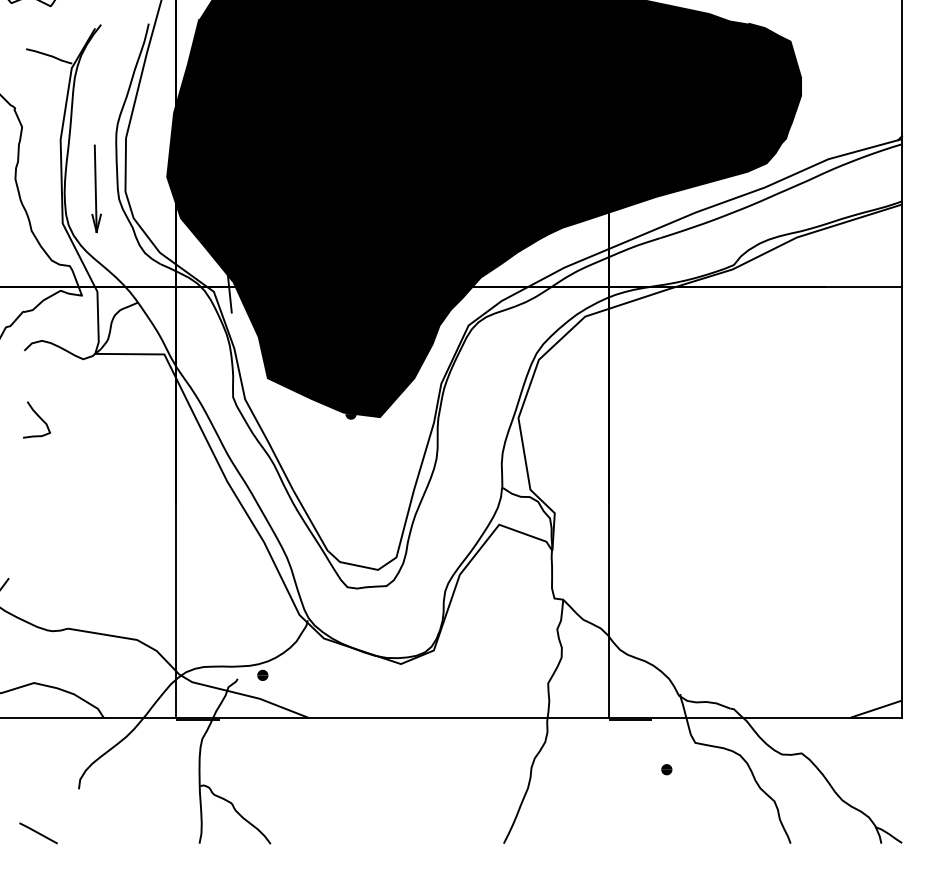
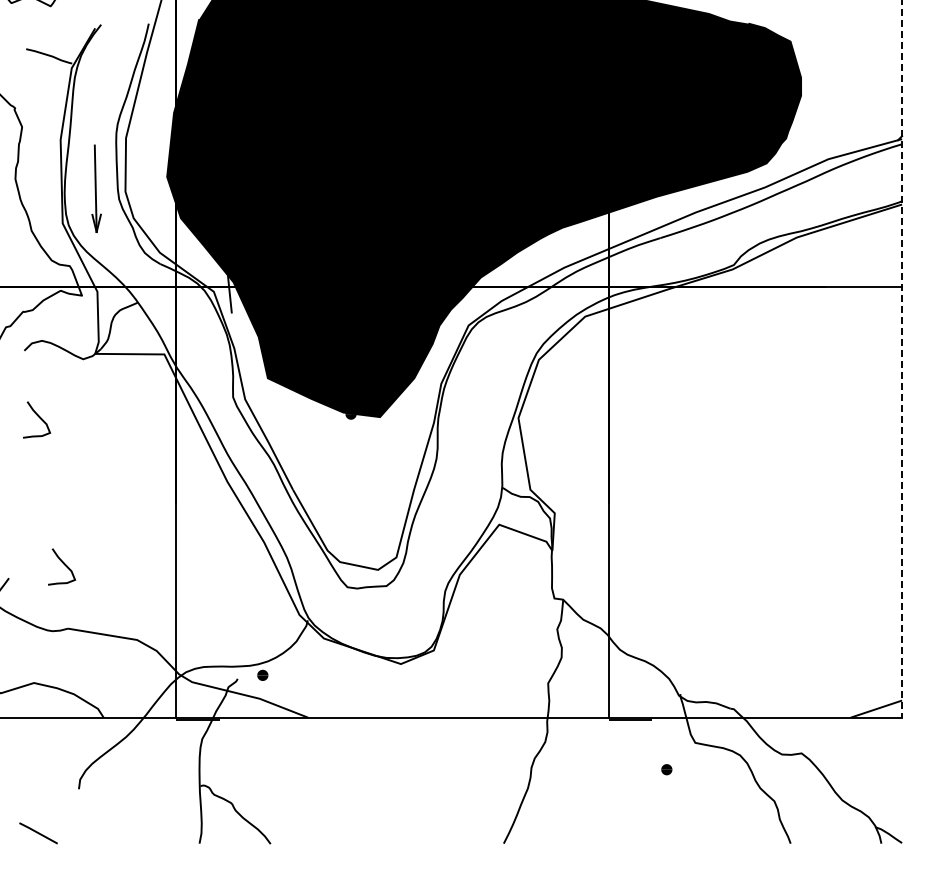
line at (902, 359): solid -> dashed
curve at (63, 564): none -> present
